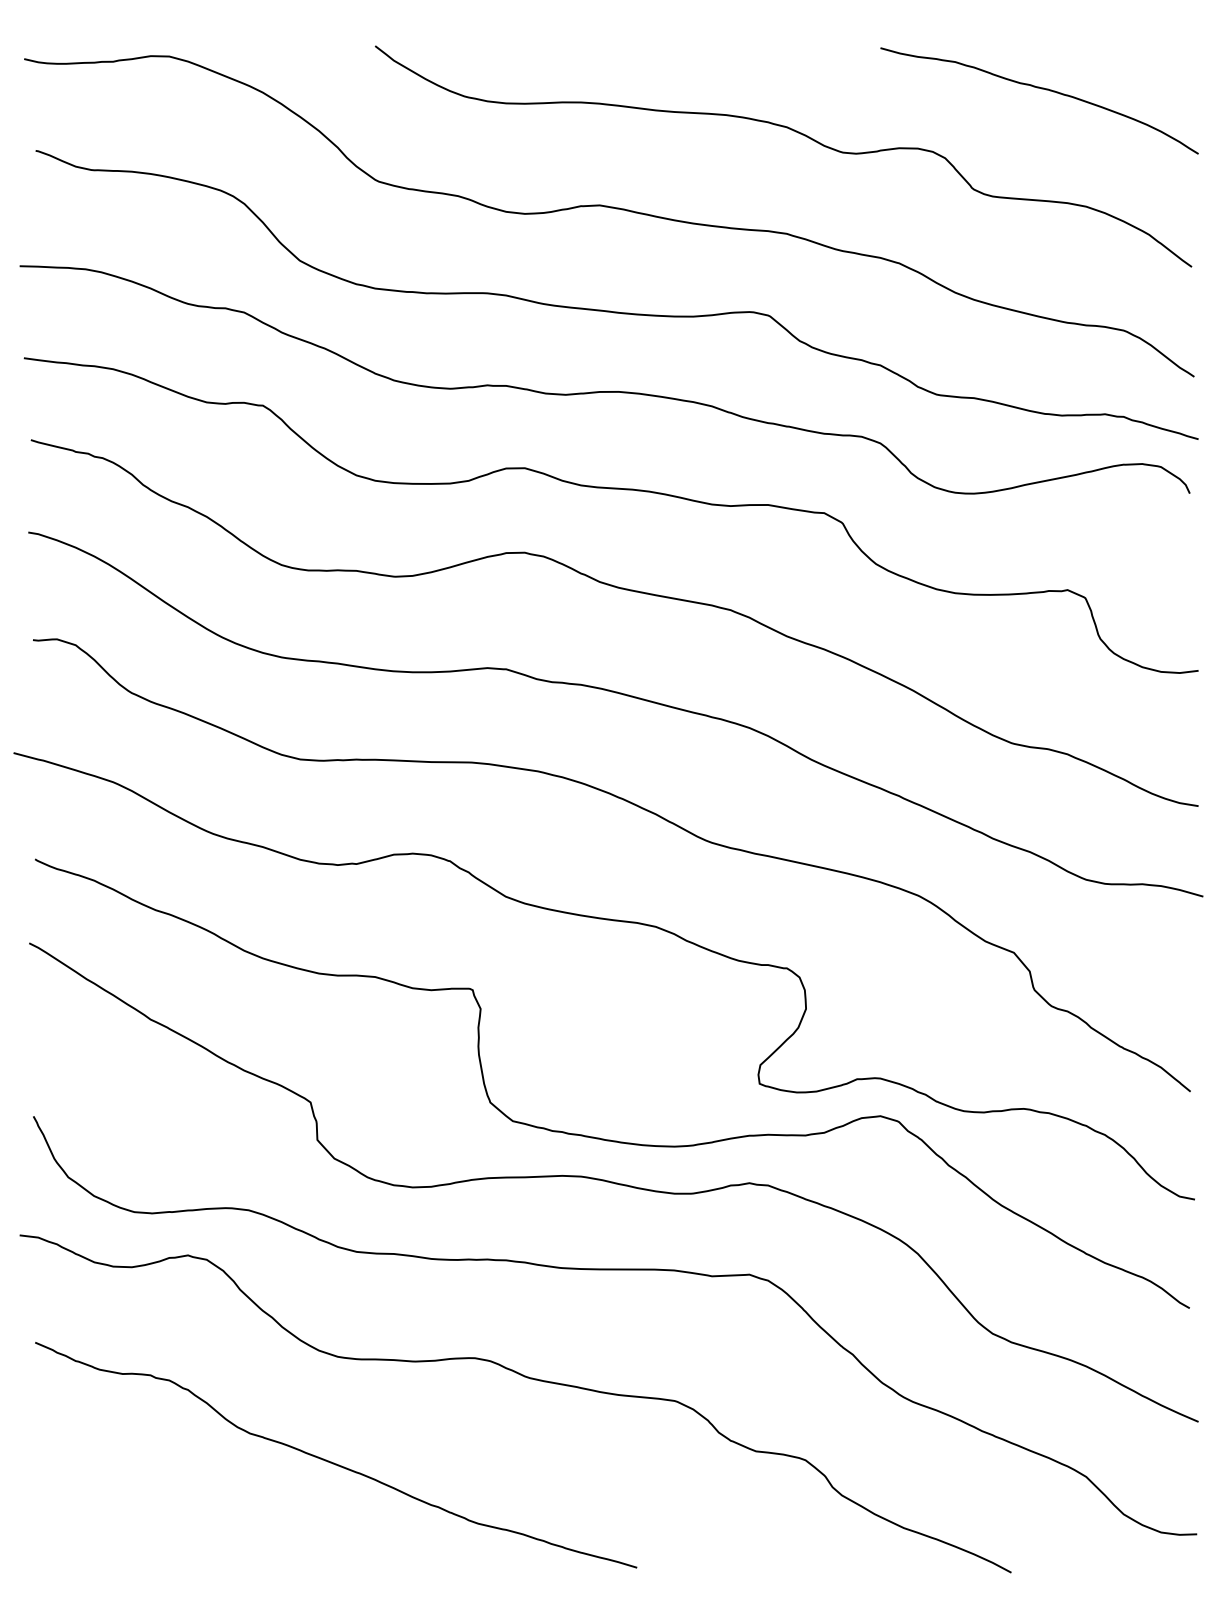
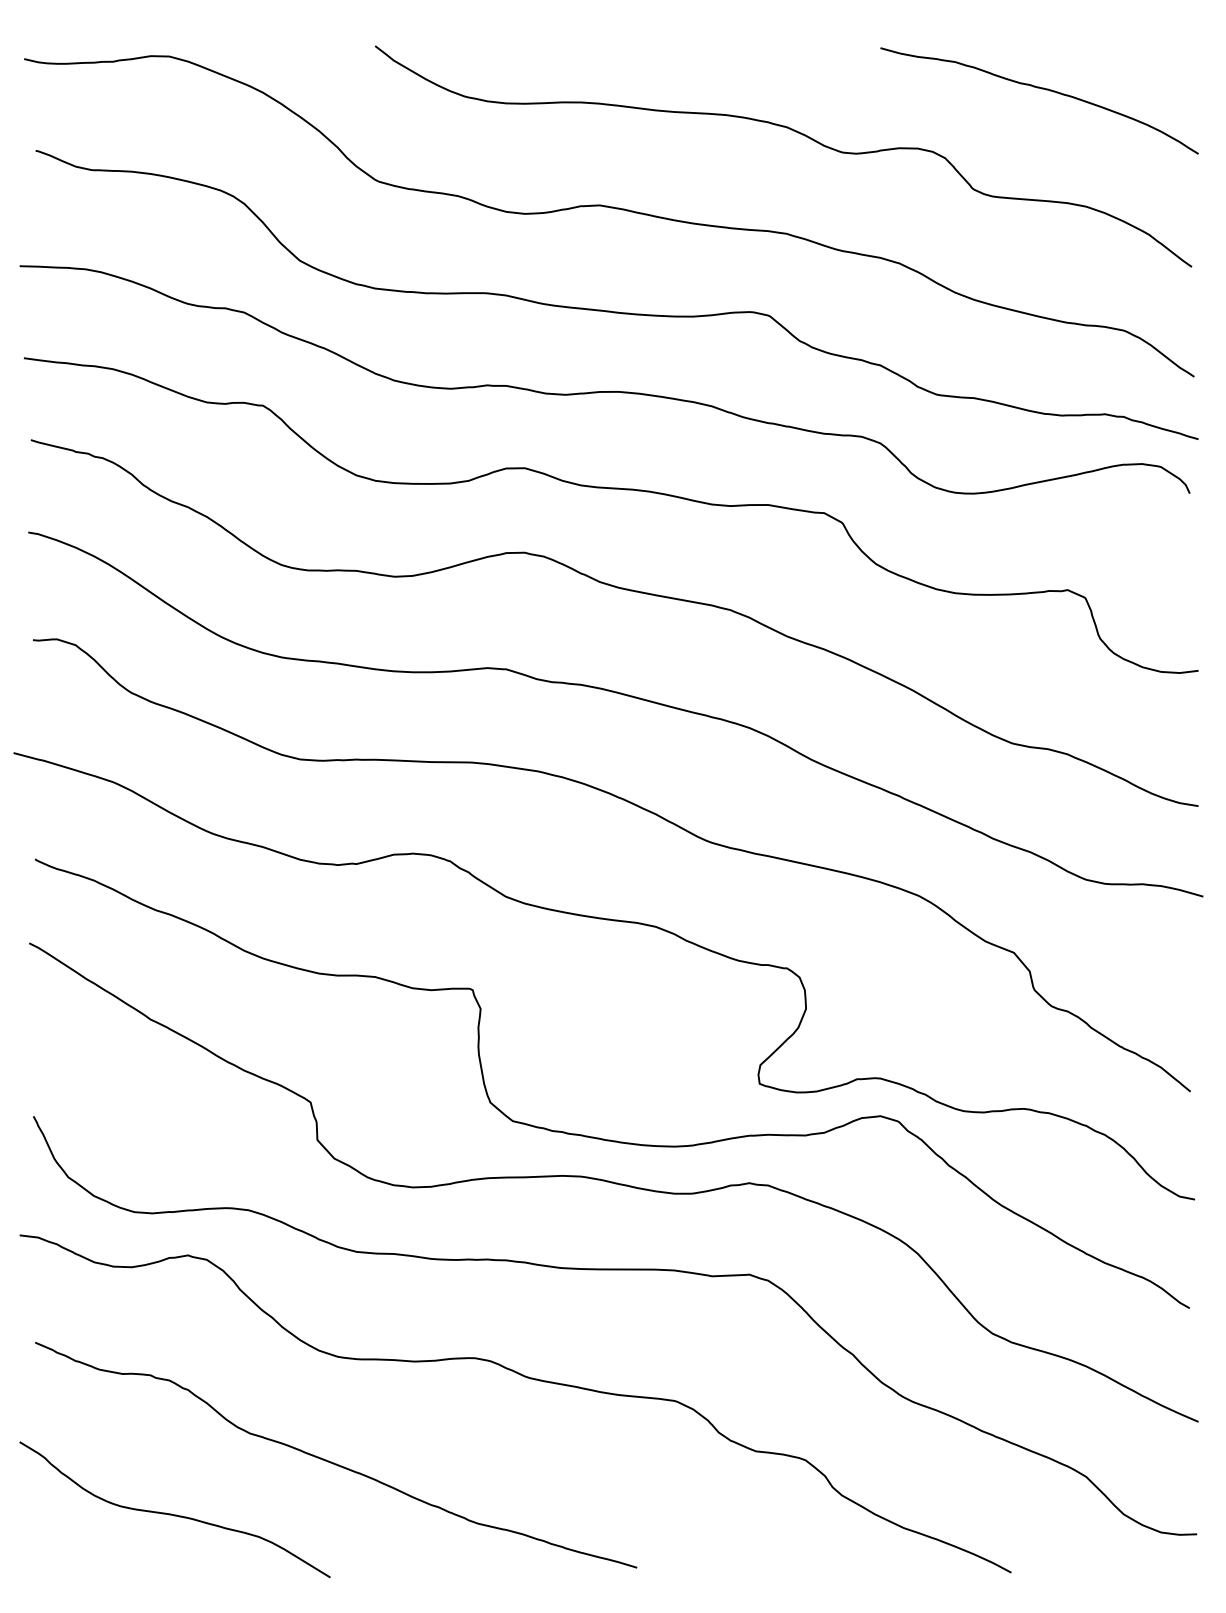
curve at (171, 1513): none -> present
